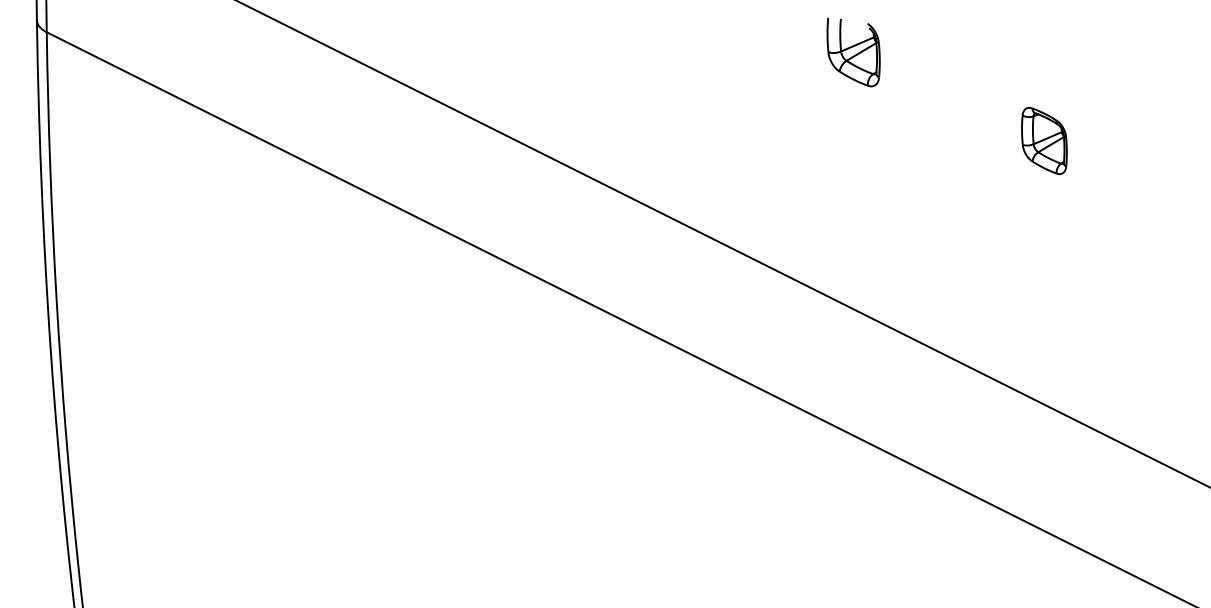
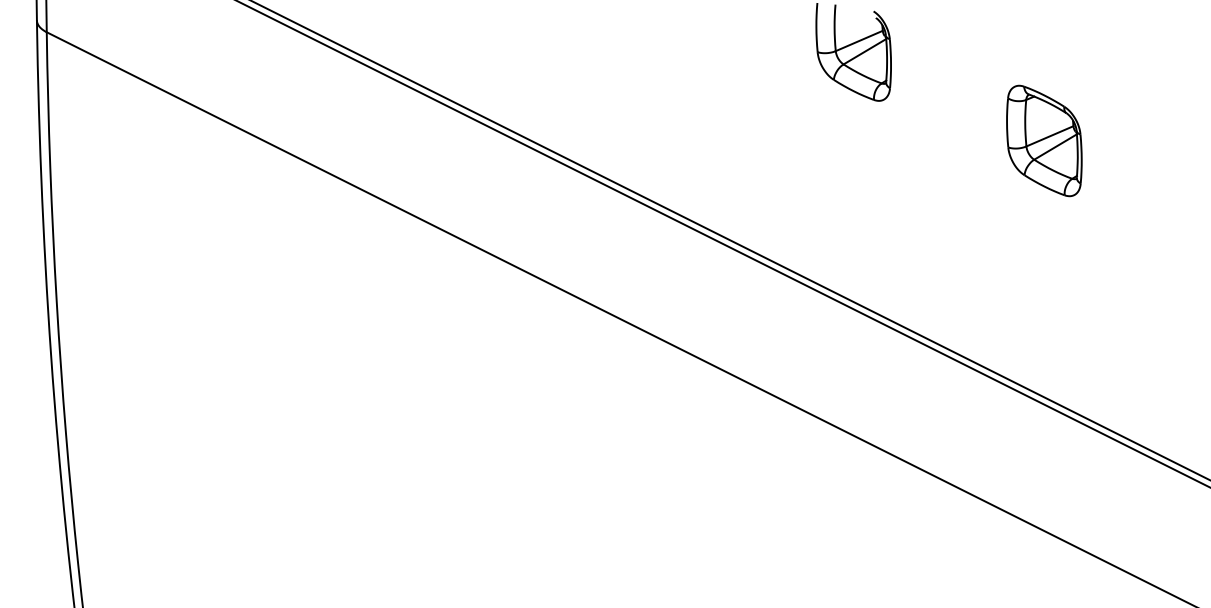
part at (853, 52) size: 55x71 px -> 77x99 px
part at (1044, 140) size: 47x68 px -> 77x114 px
line at (730, 240): none -> present
